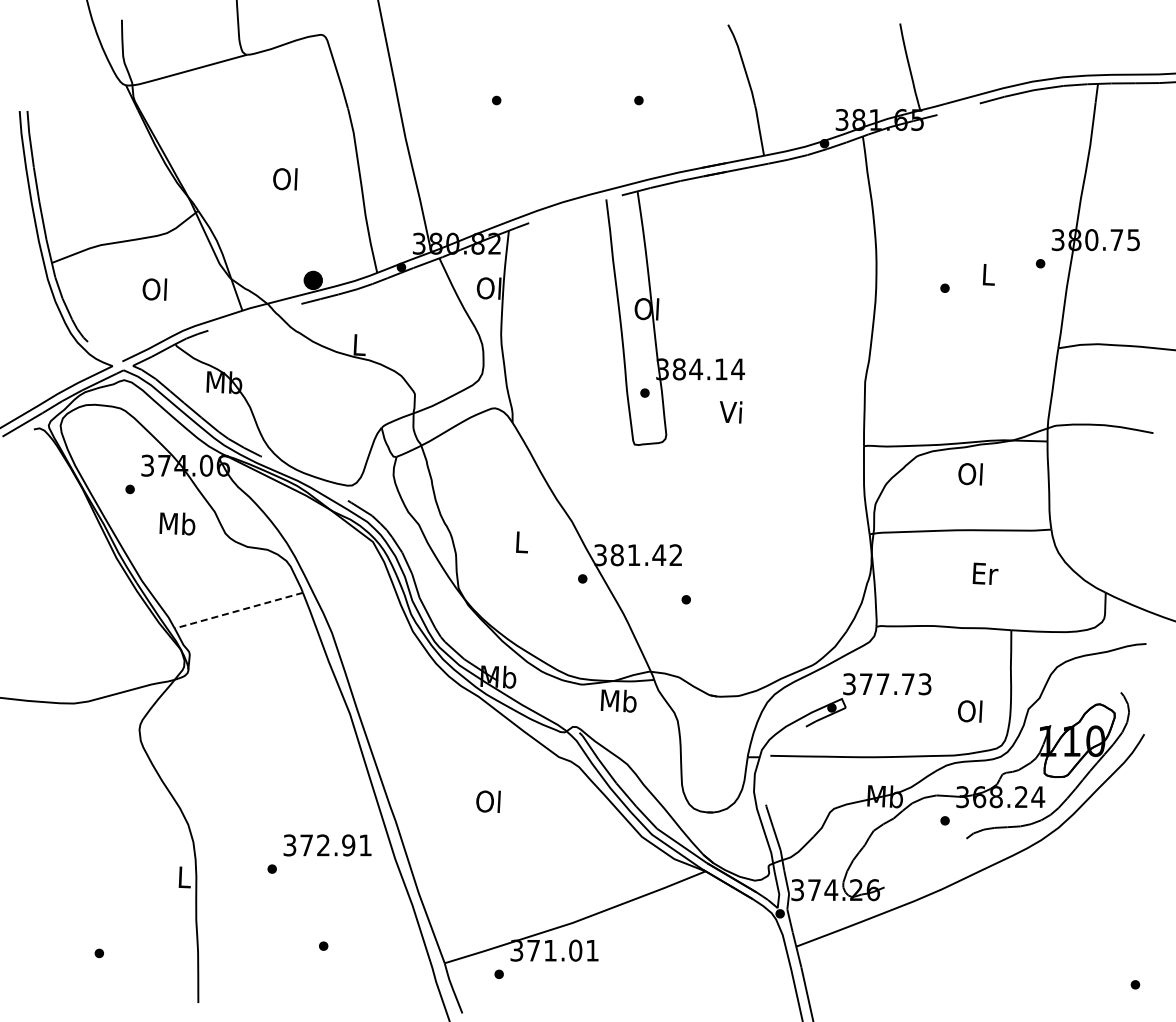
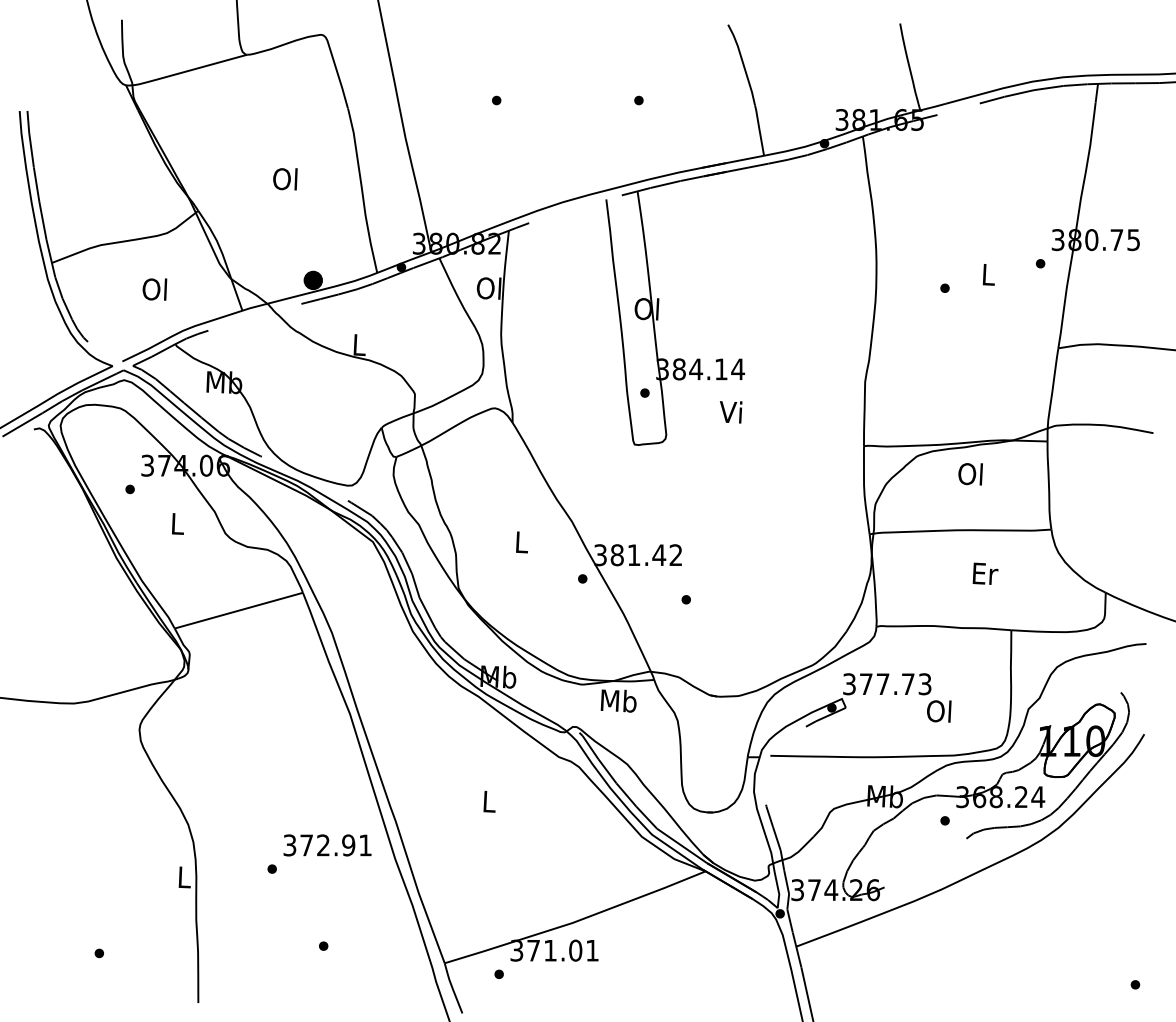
text at (177, 523): Mb -> L
line at (238, 610): dashed -> solid
text at (970, 711) position: (970, 711) -> (939, 711)
text at (488, 801): Ol -> L
